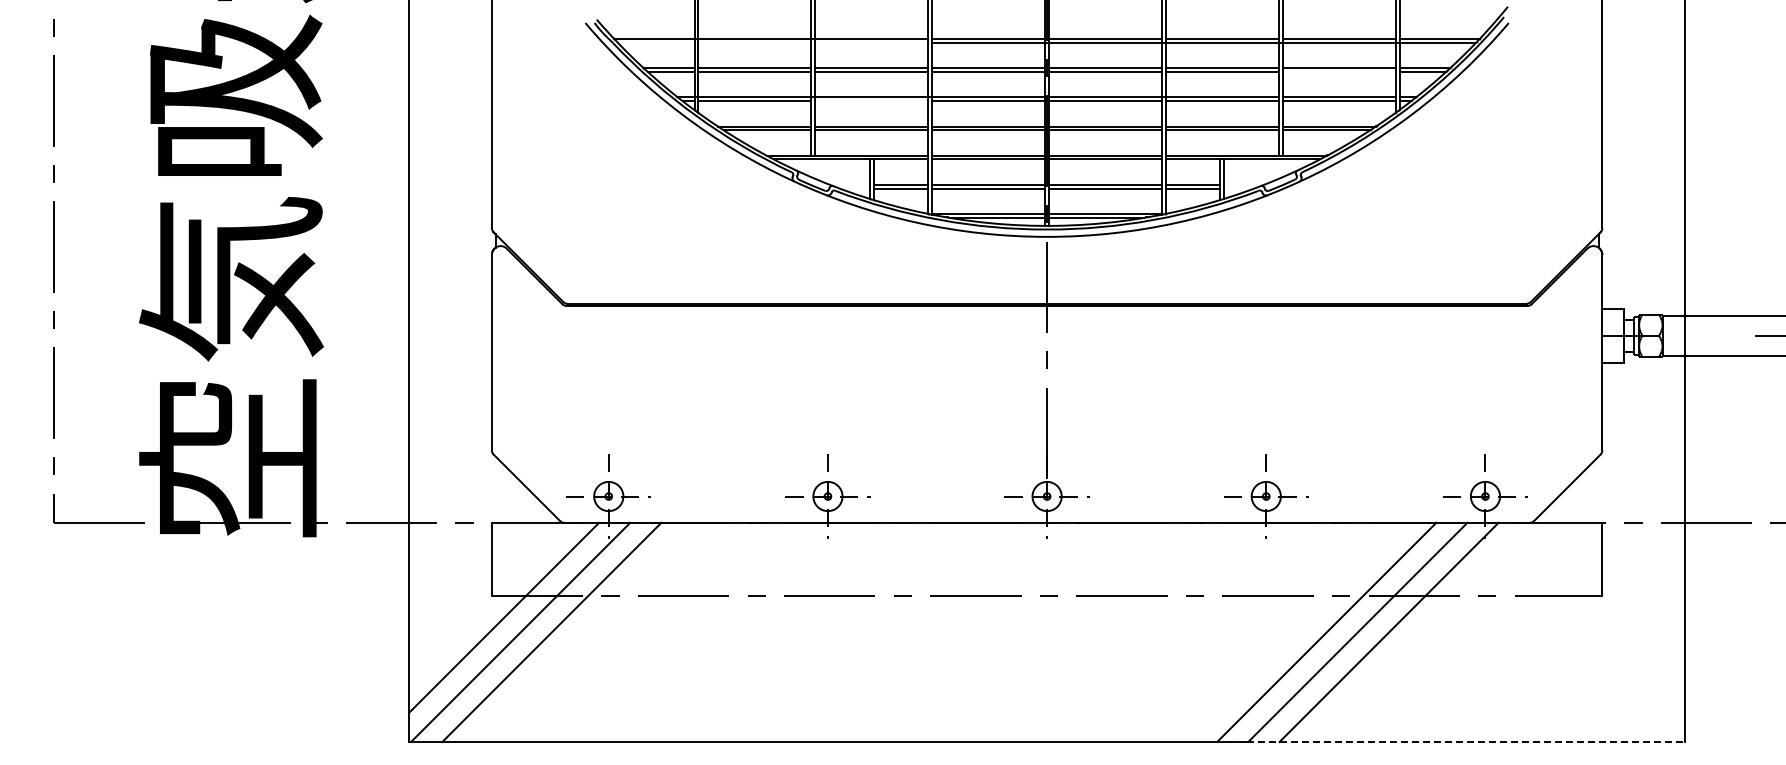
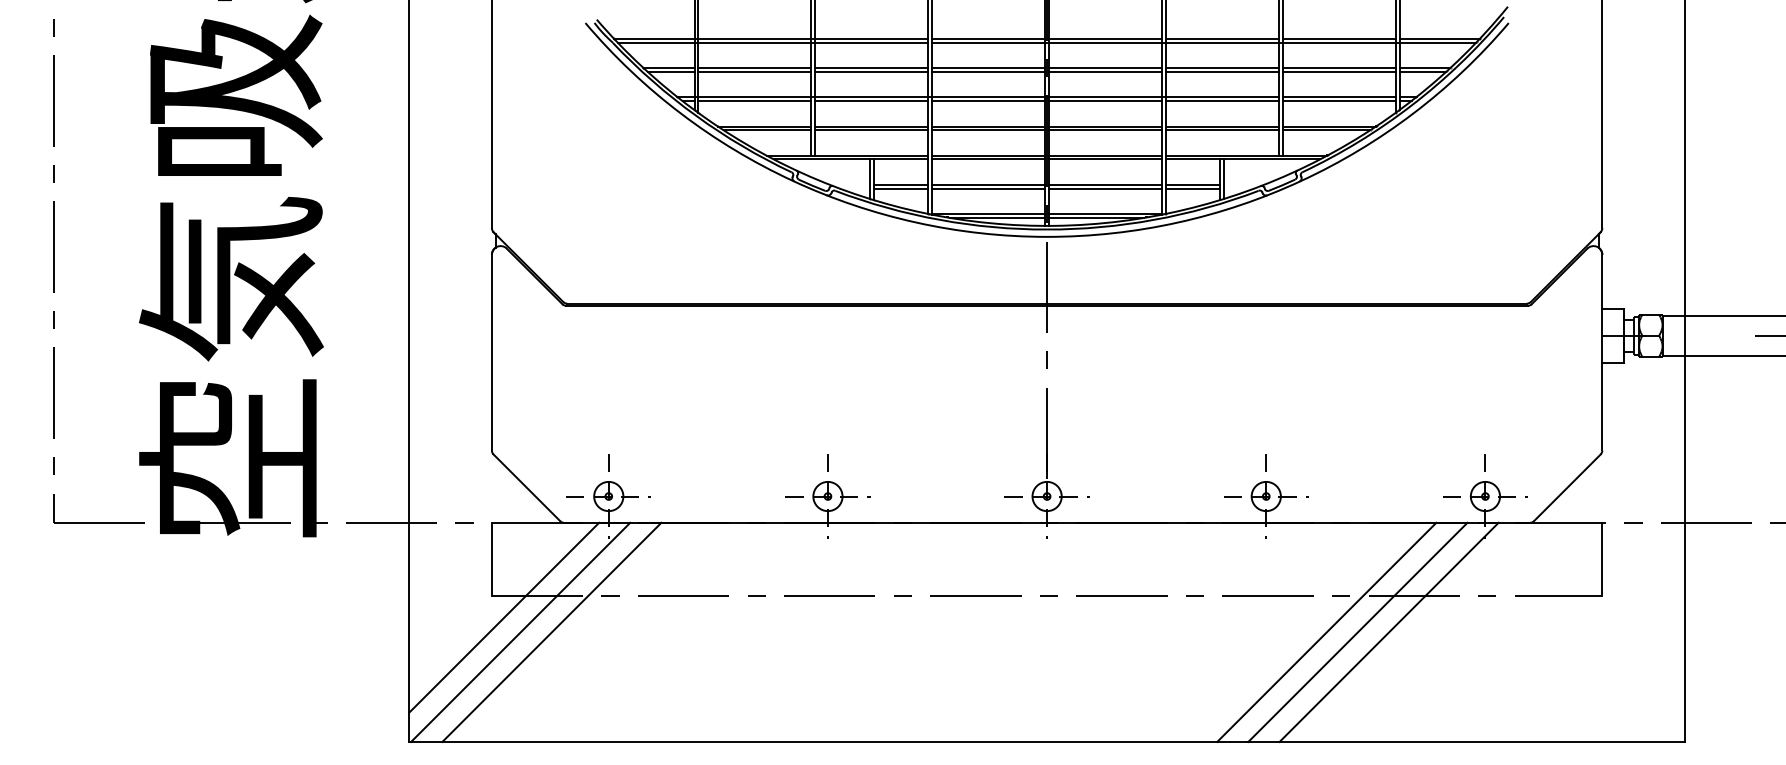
line at (772, 42): none -> present
line at (1338, 71): none -> present
line at (871, 101): none -> present
line at (1466, 741): dashed -> solid
